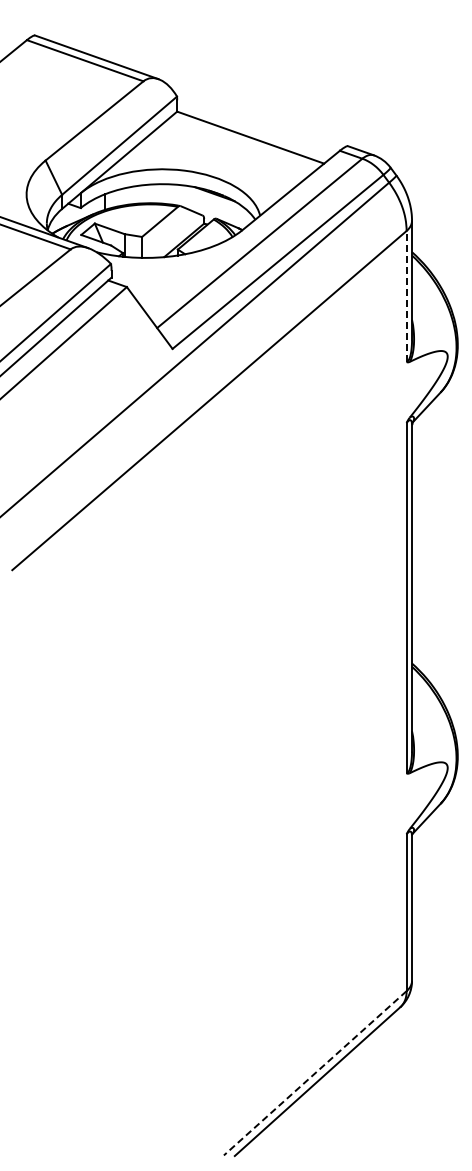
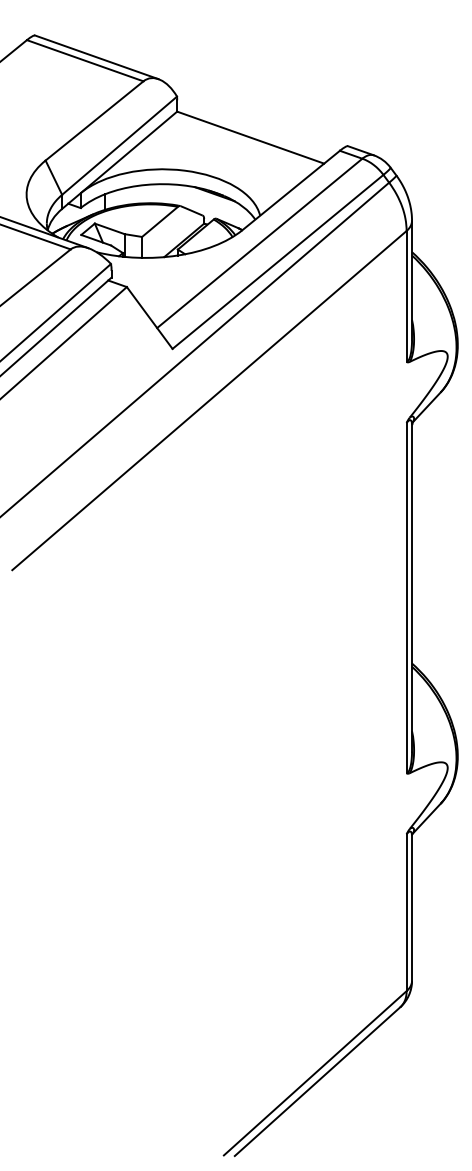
line at (406, 296): dashed -> solid
line at (315, 1073): dashed -> solid
